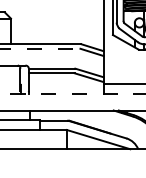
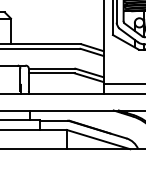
line at (40, 48): dashed -> solid
line at (73, 94): dashed -> solid
